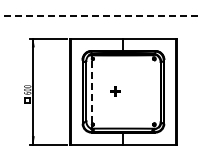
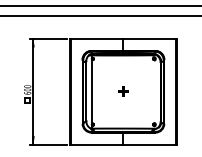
line at (100, 5): none -> present
line at (101, 16): dashed -> solid
line at (92, 91): dashed -> solid
part at (115, 91) position: (115, 91) -> (123, 91)
